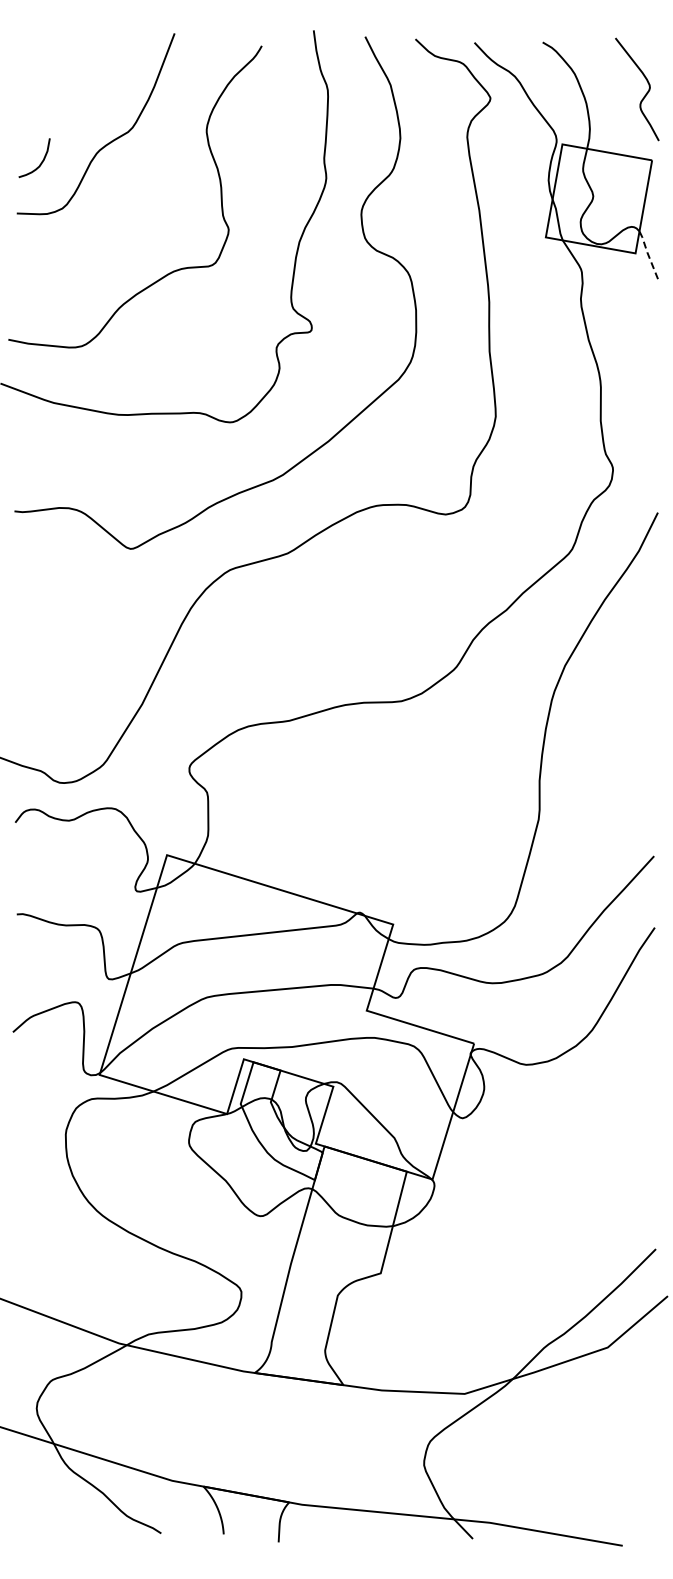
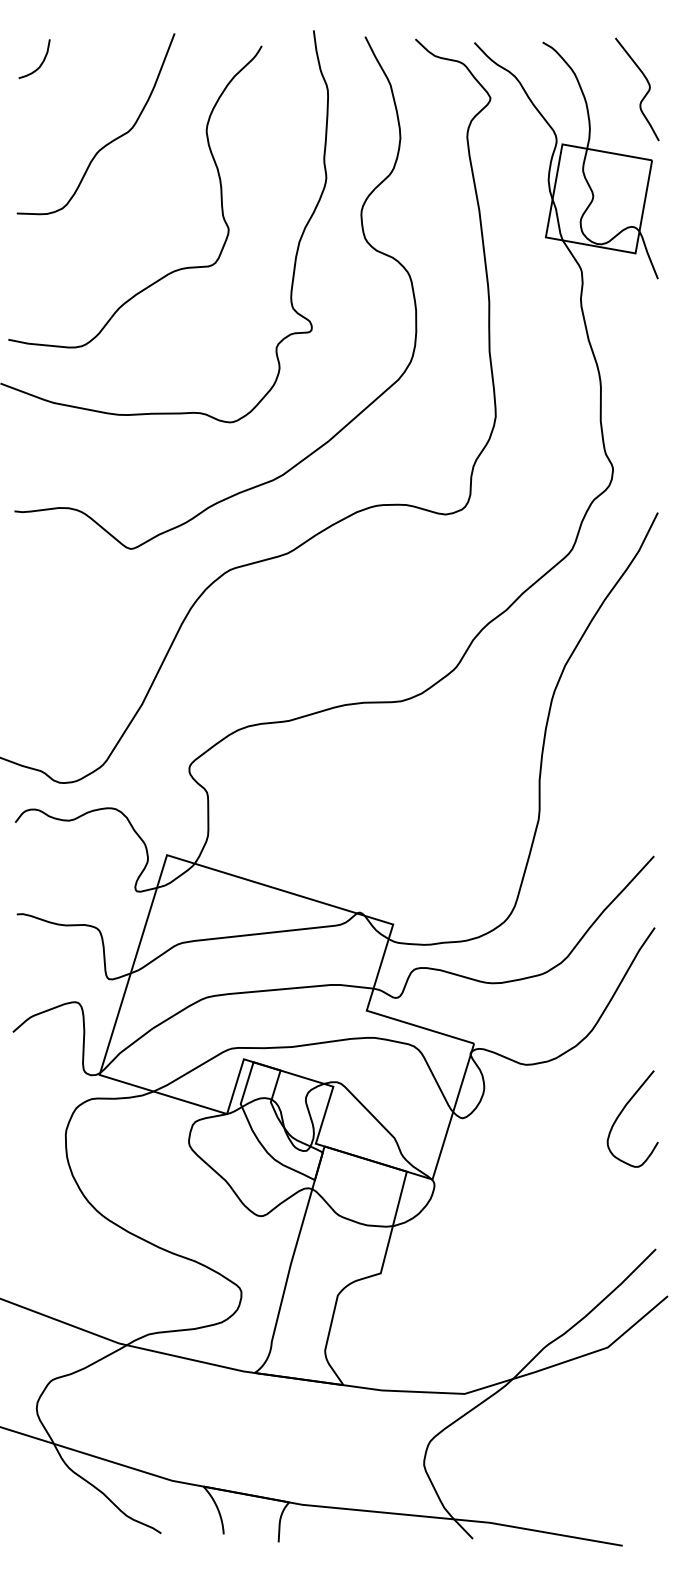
curve at (41, 161) position: (41, 161) -> (41, 62)
line at (647, 253): dashed -> solid
curve at (622, 1112): none -> present
